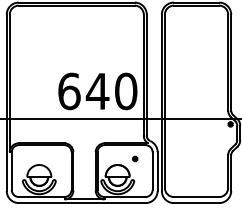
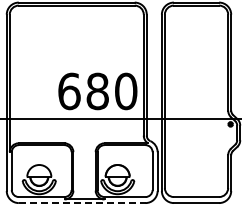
text at (97, 91): 640 -> 680
part at (135, 158): present -> none
line at (82, 203): solid -> dashed
